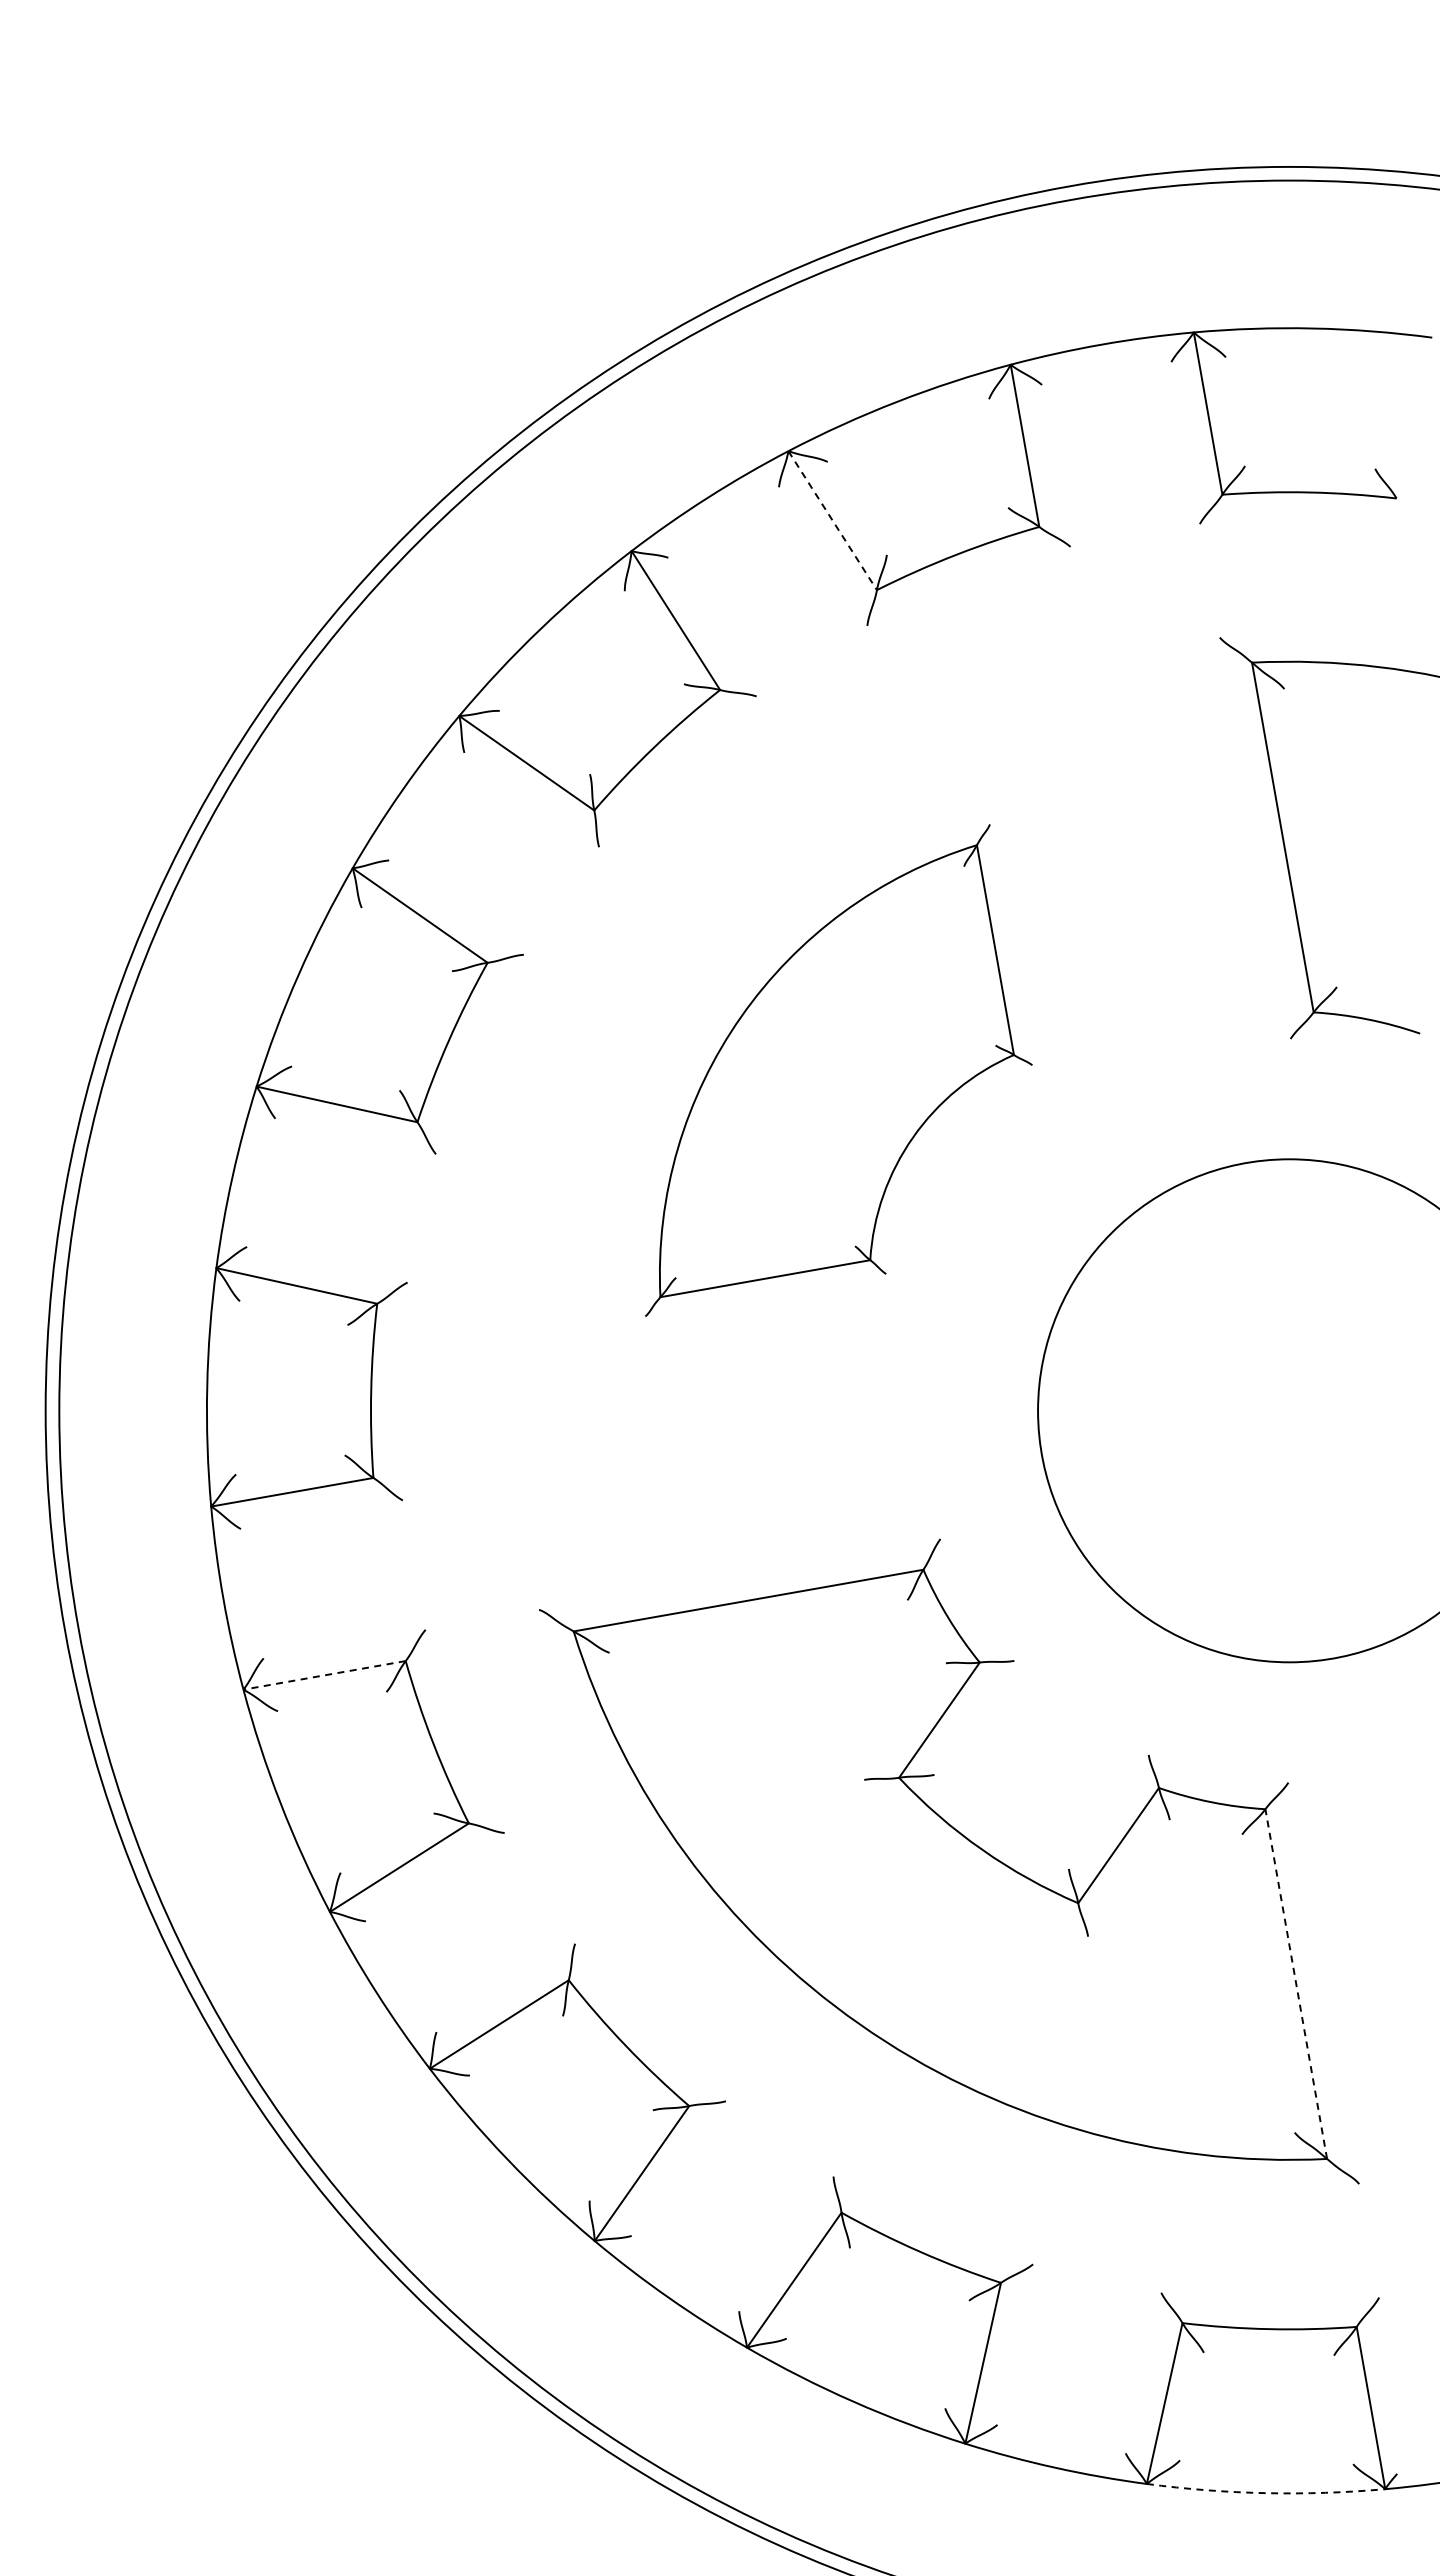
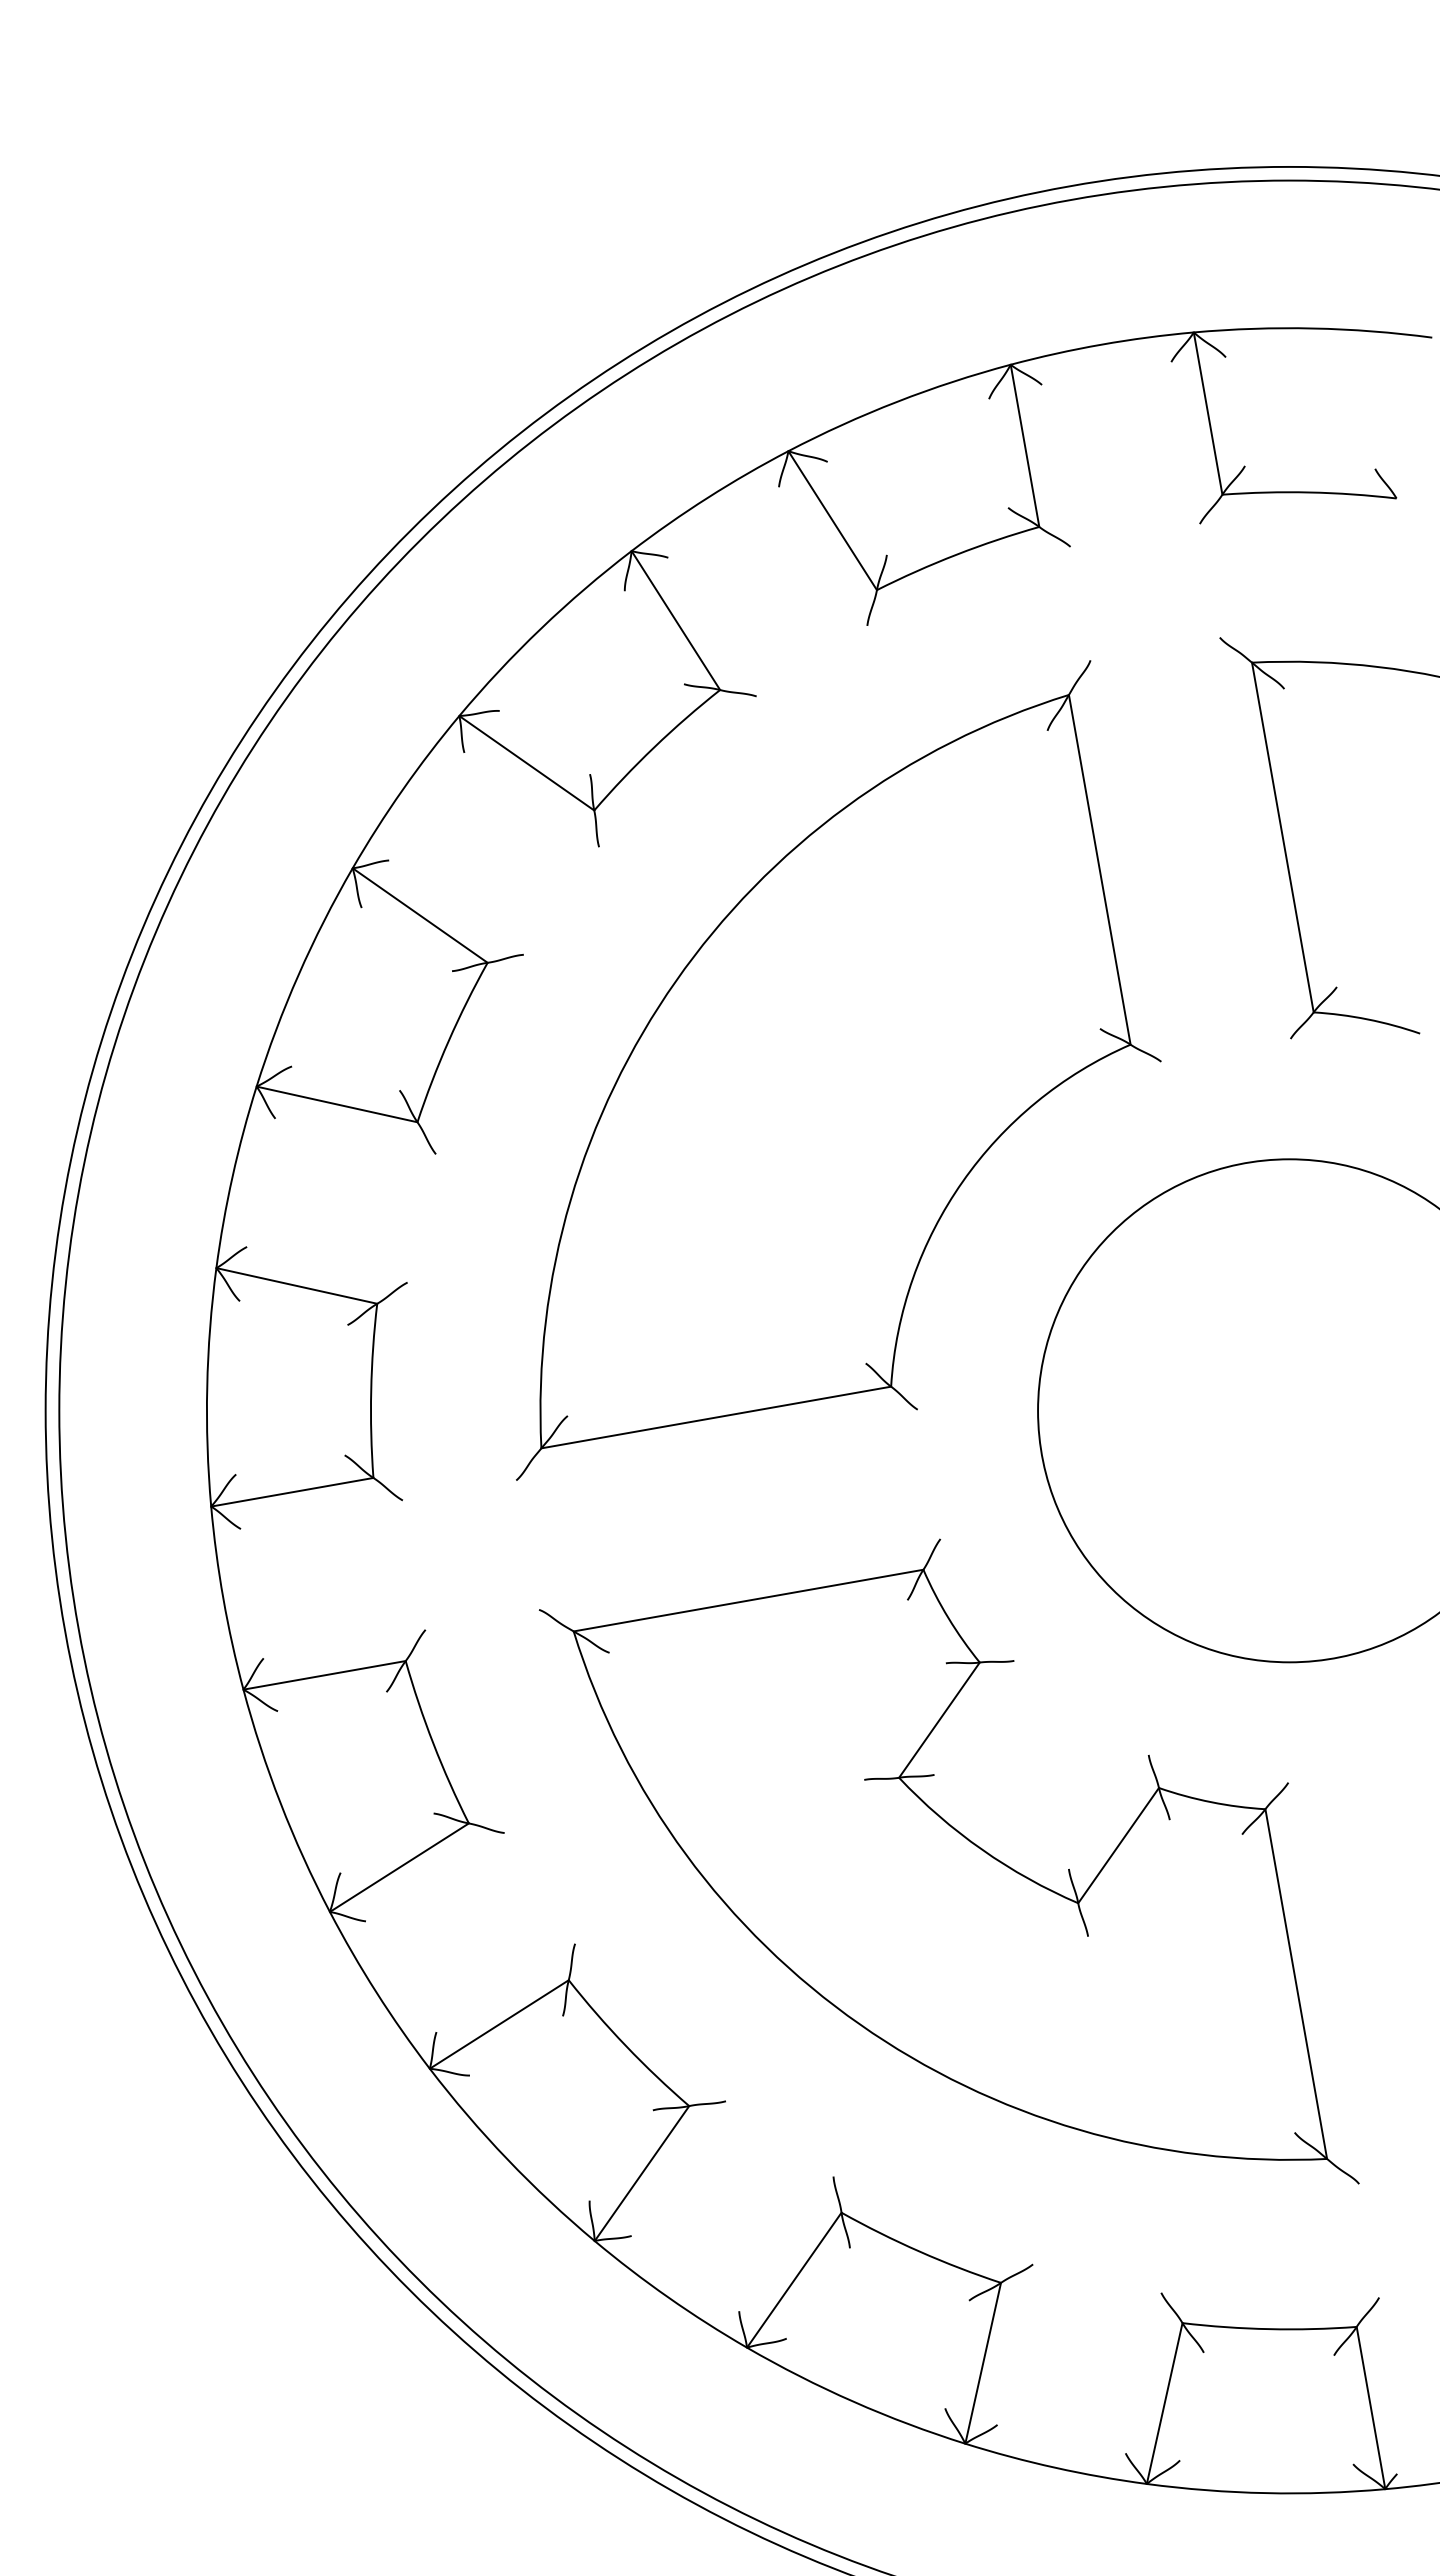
line at (832, 521): dashed -> solid
part at (838, 1070) size: 388x493 px -> 646x821 px
line at (324, 1675): dashed -> solid
line at (1296, 1984): dashed -> solid
arc at (1265, 2493): dashed -> solid
